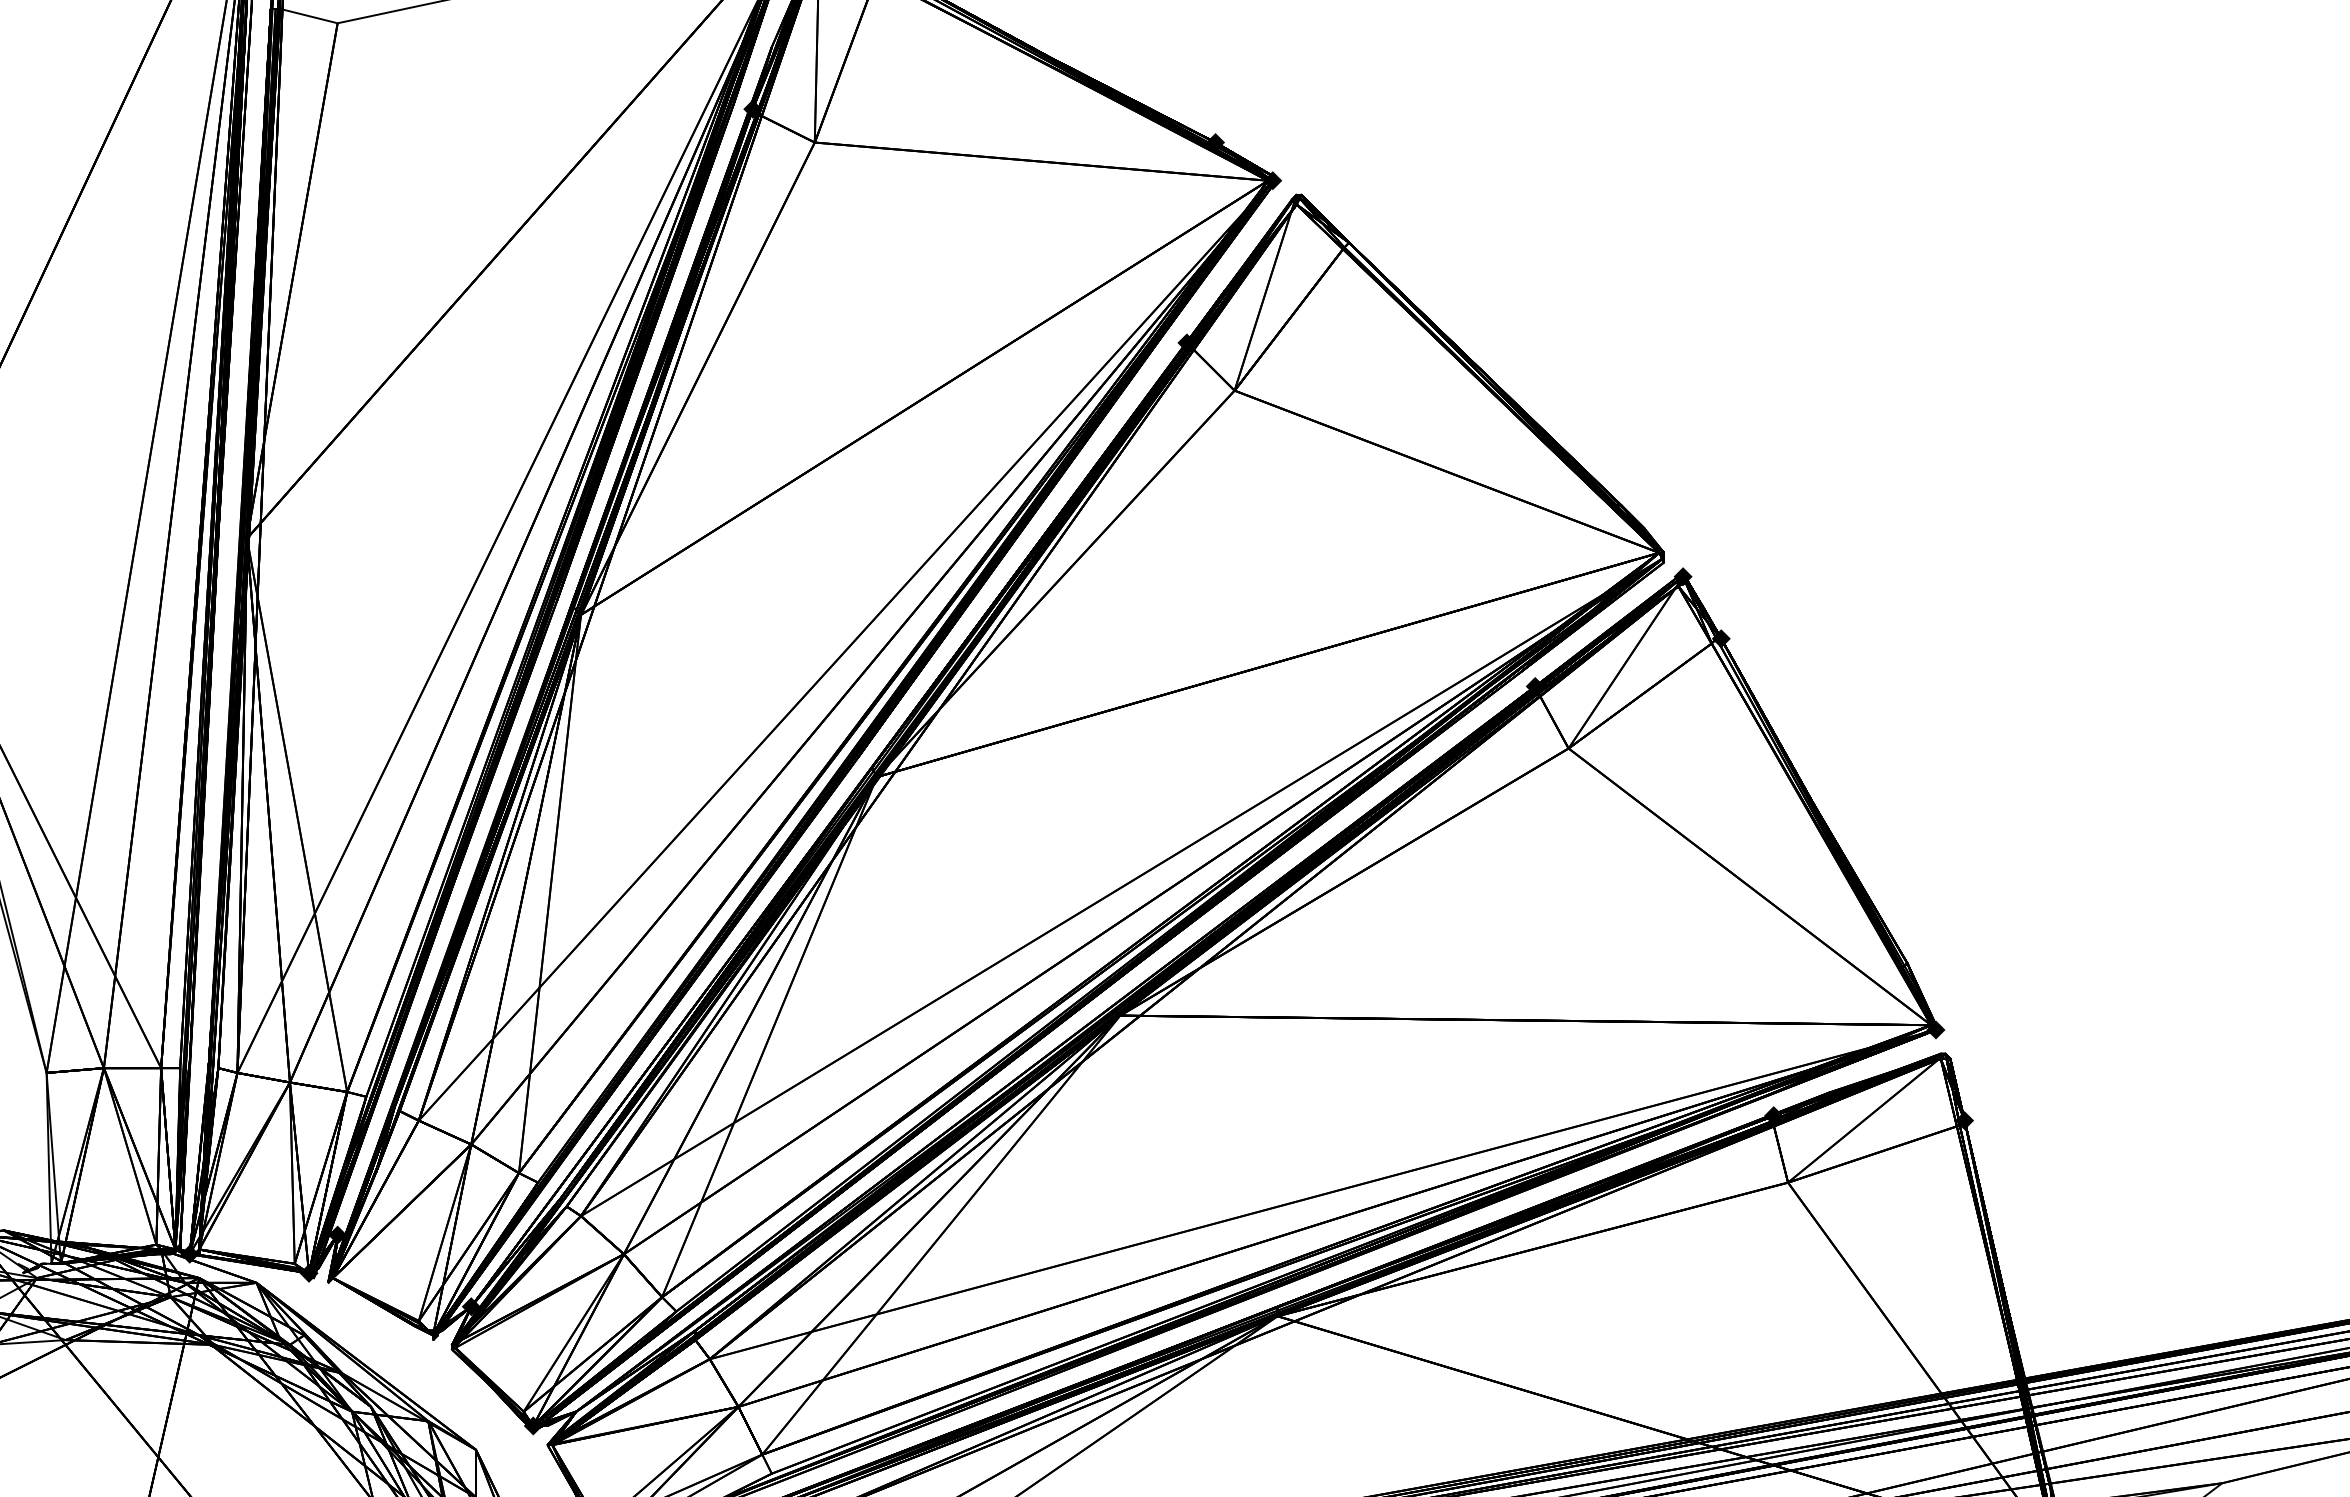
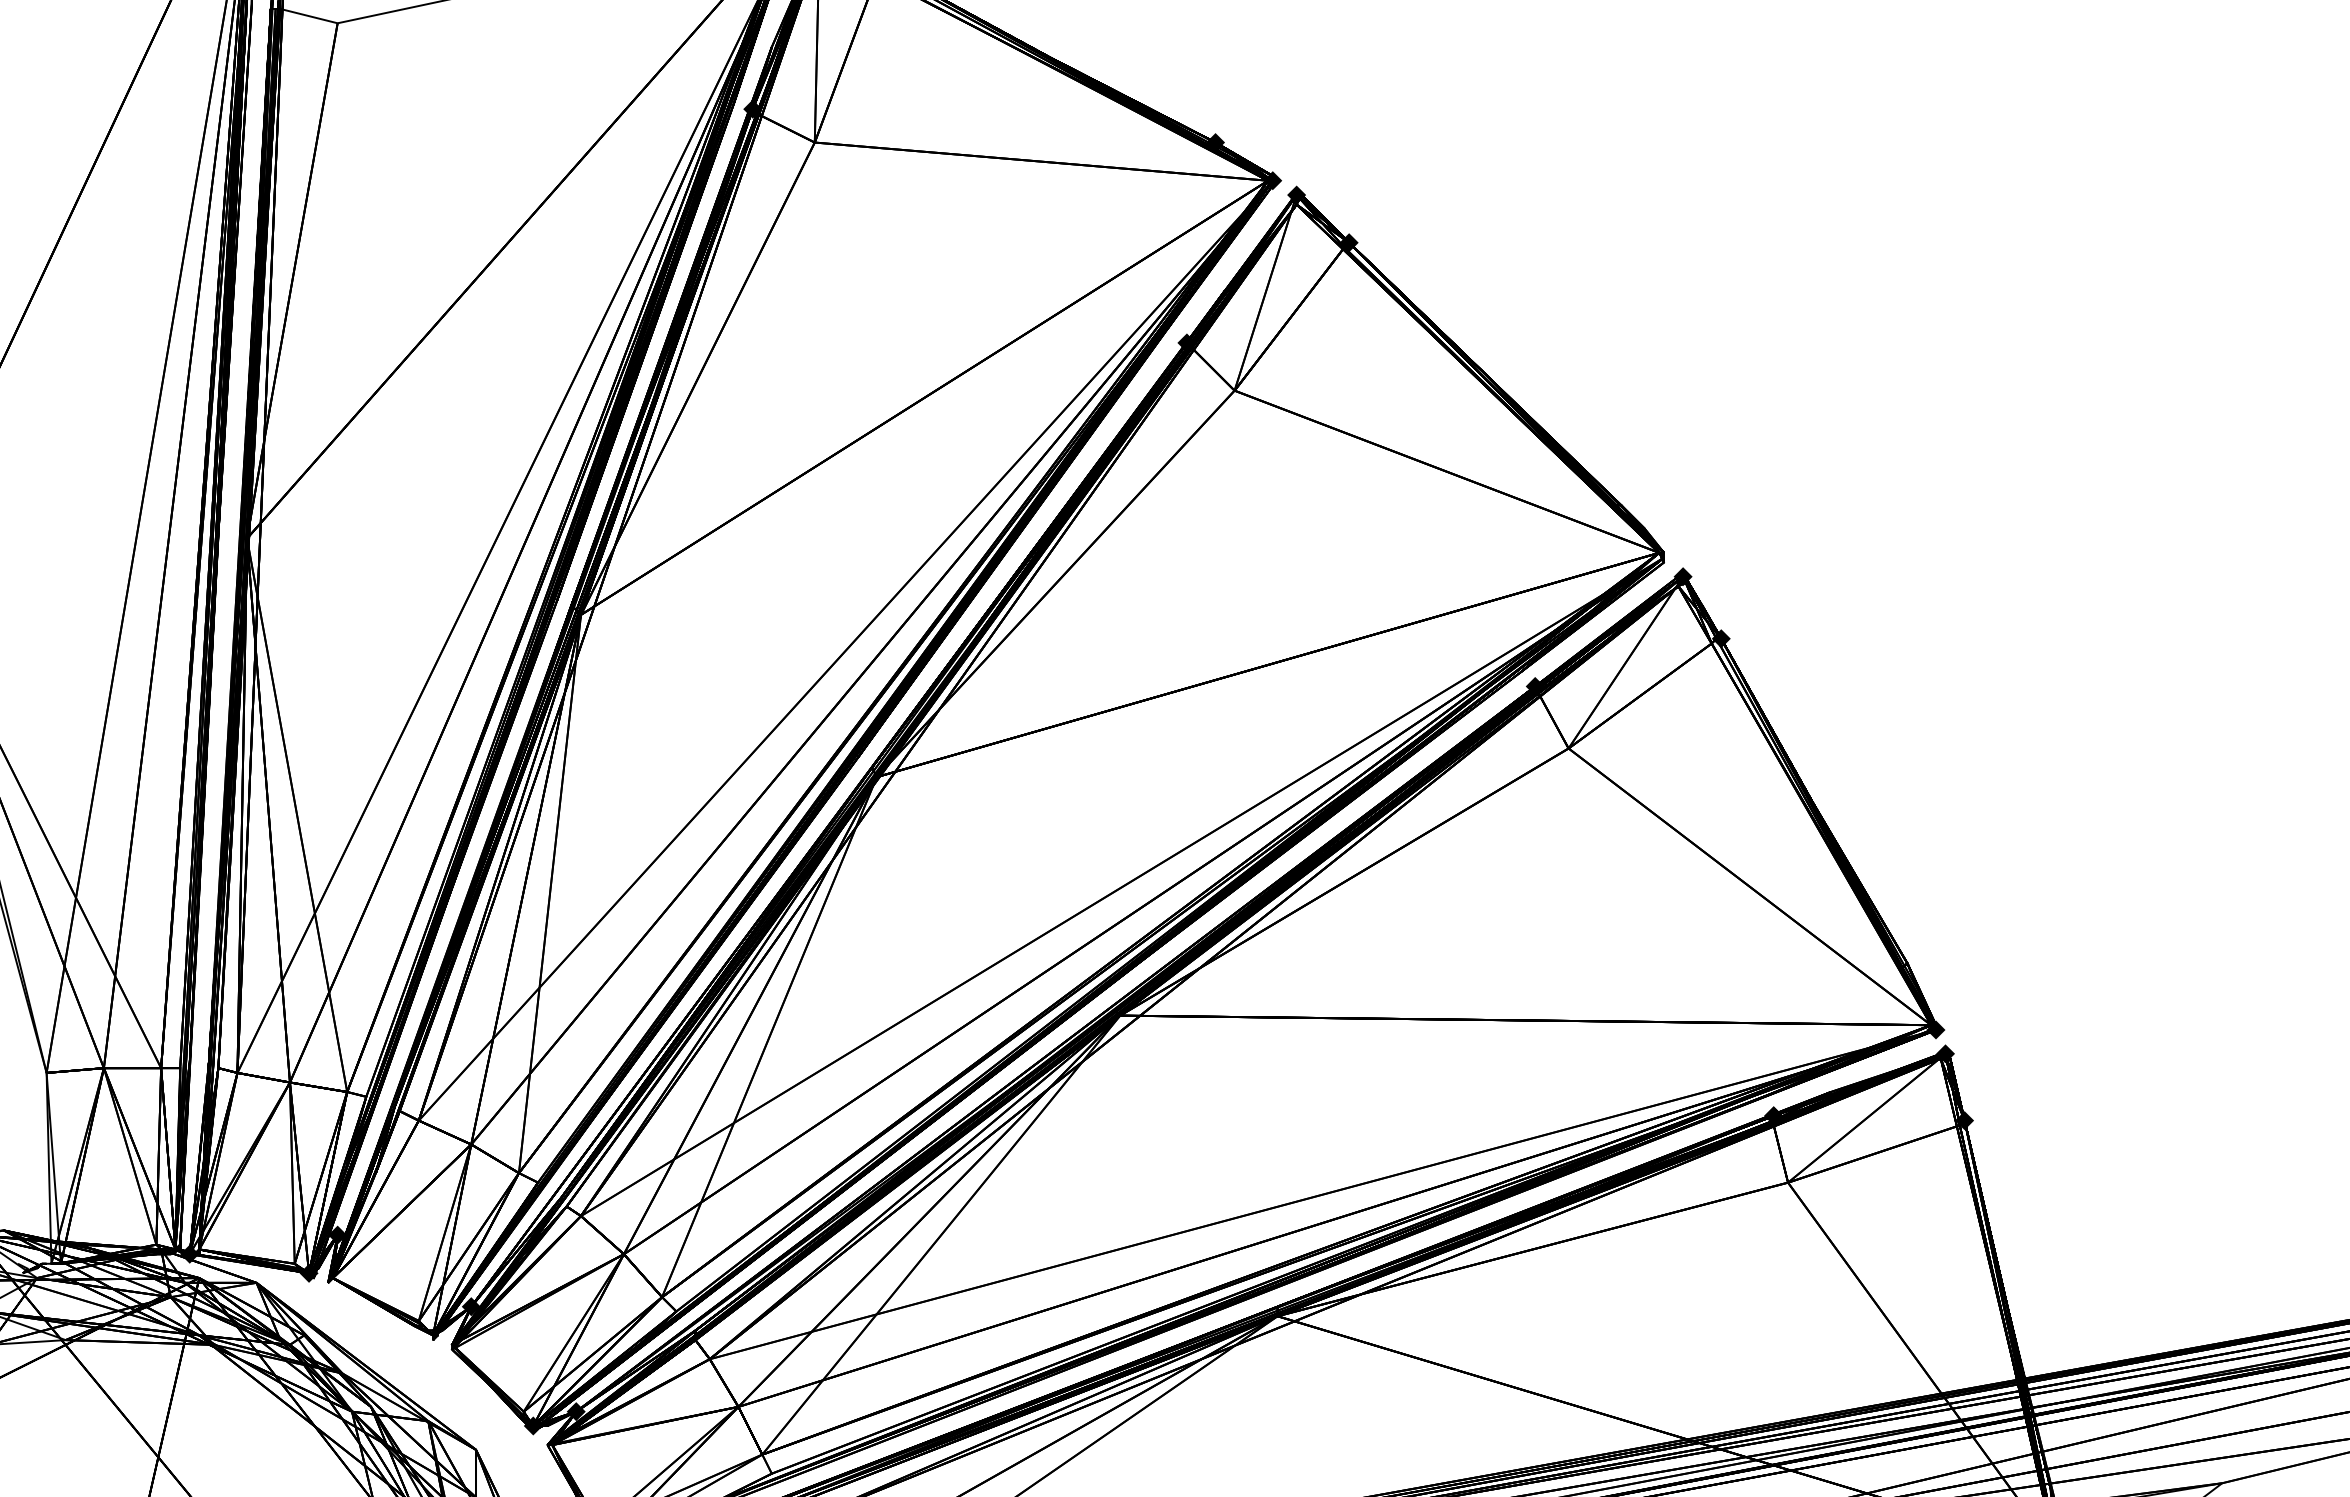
fill at (1296, 194): none -> present
fill at (1348, 242): none -> present
fill at (1945, 1053): none -> present
fill at (575, 1411): none -> present
